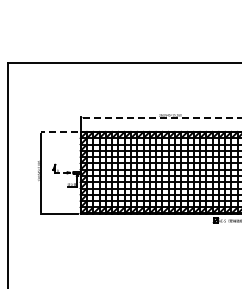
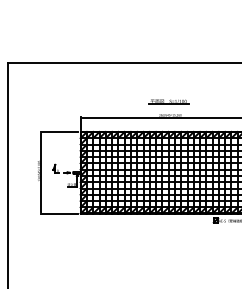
part at (168, 101): none -> present
line at (162, 117): dashed -> solid
line at (59, 131): dashed -> solid
